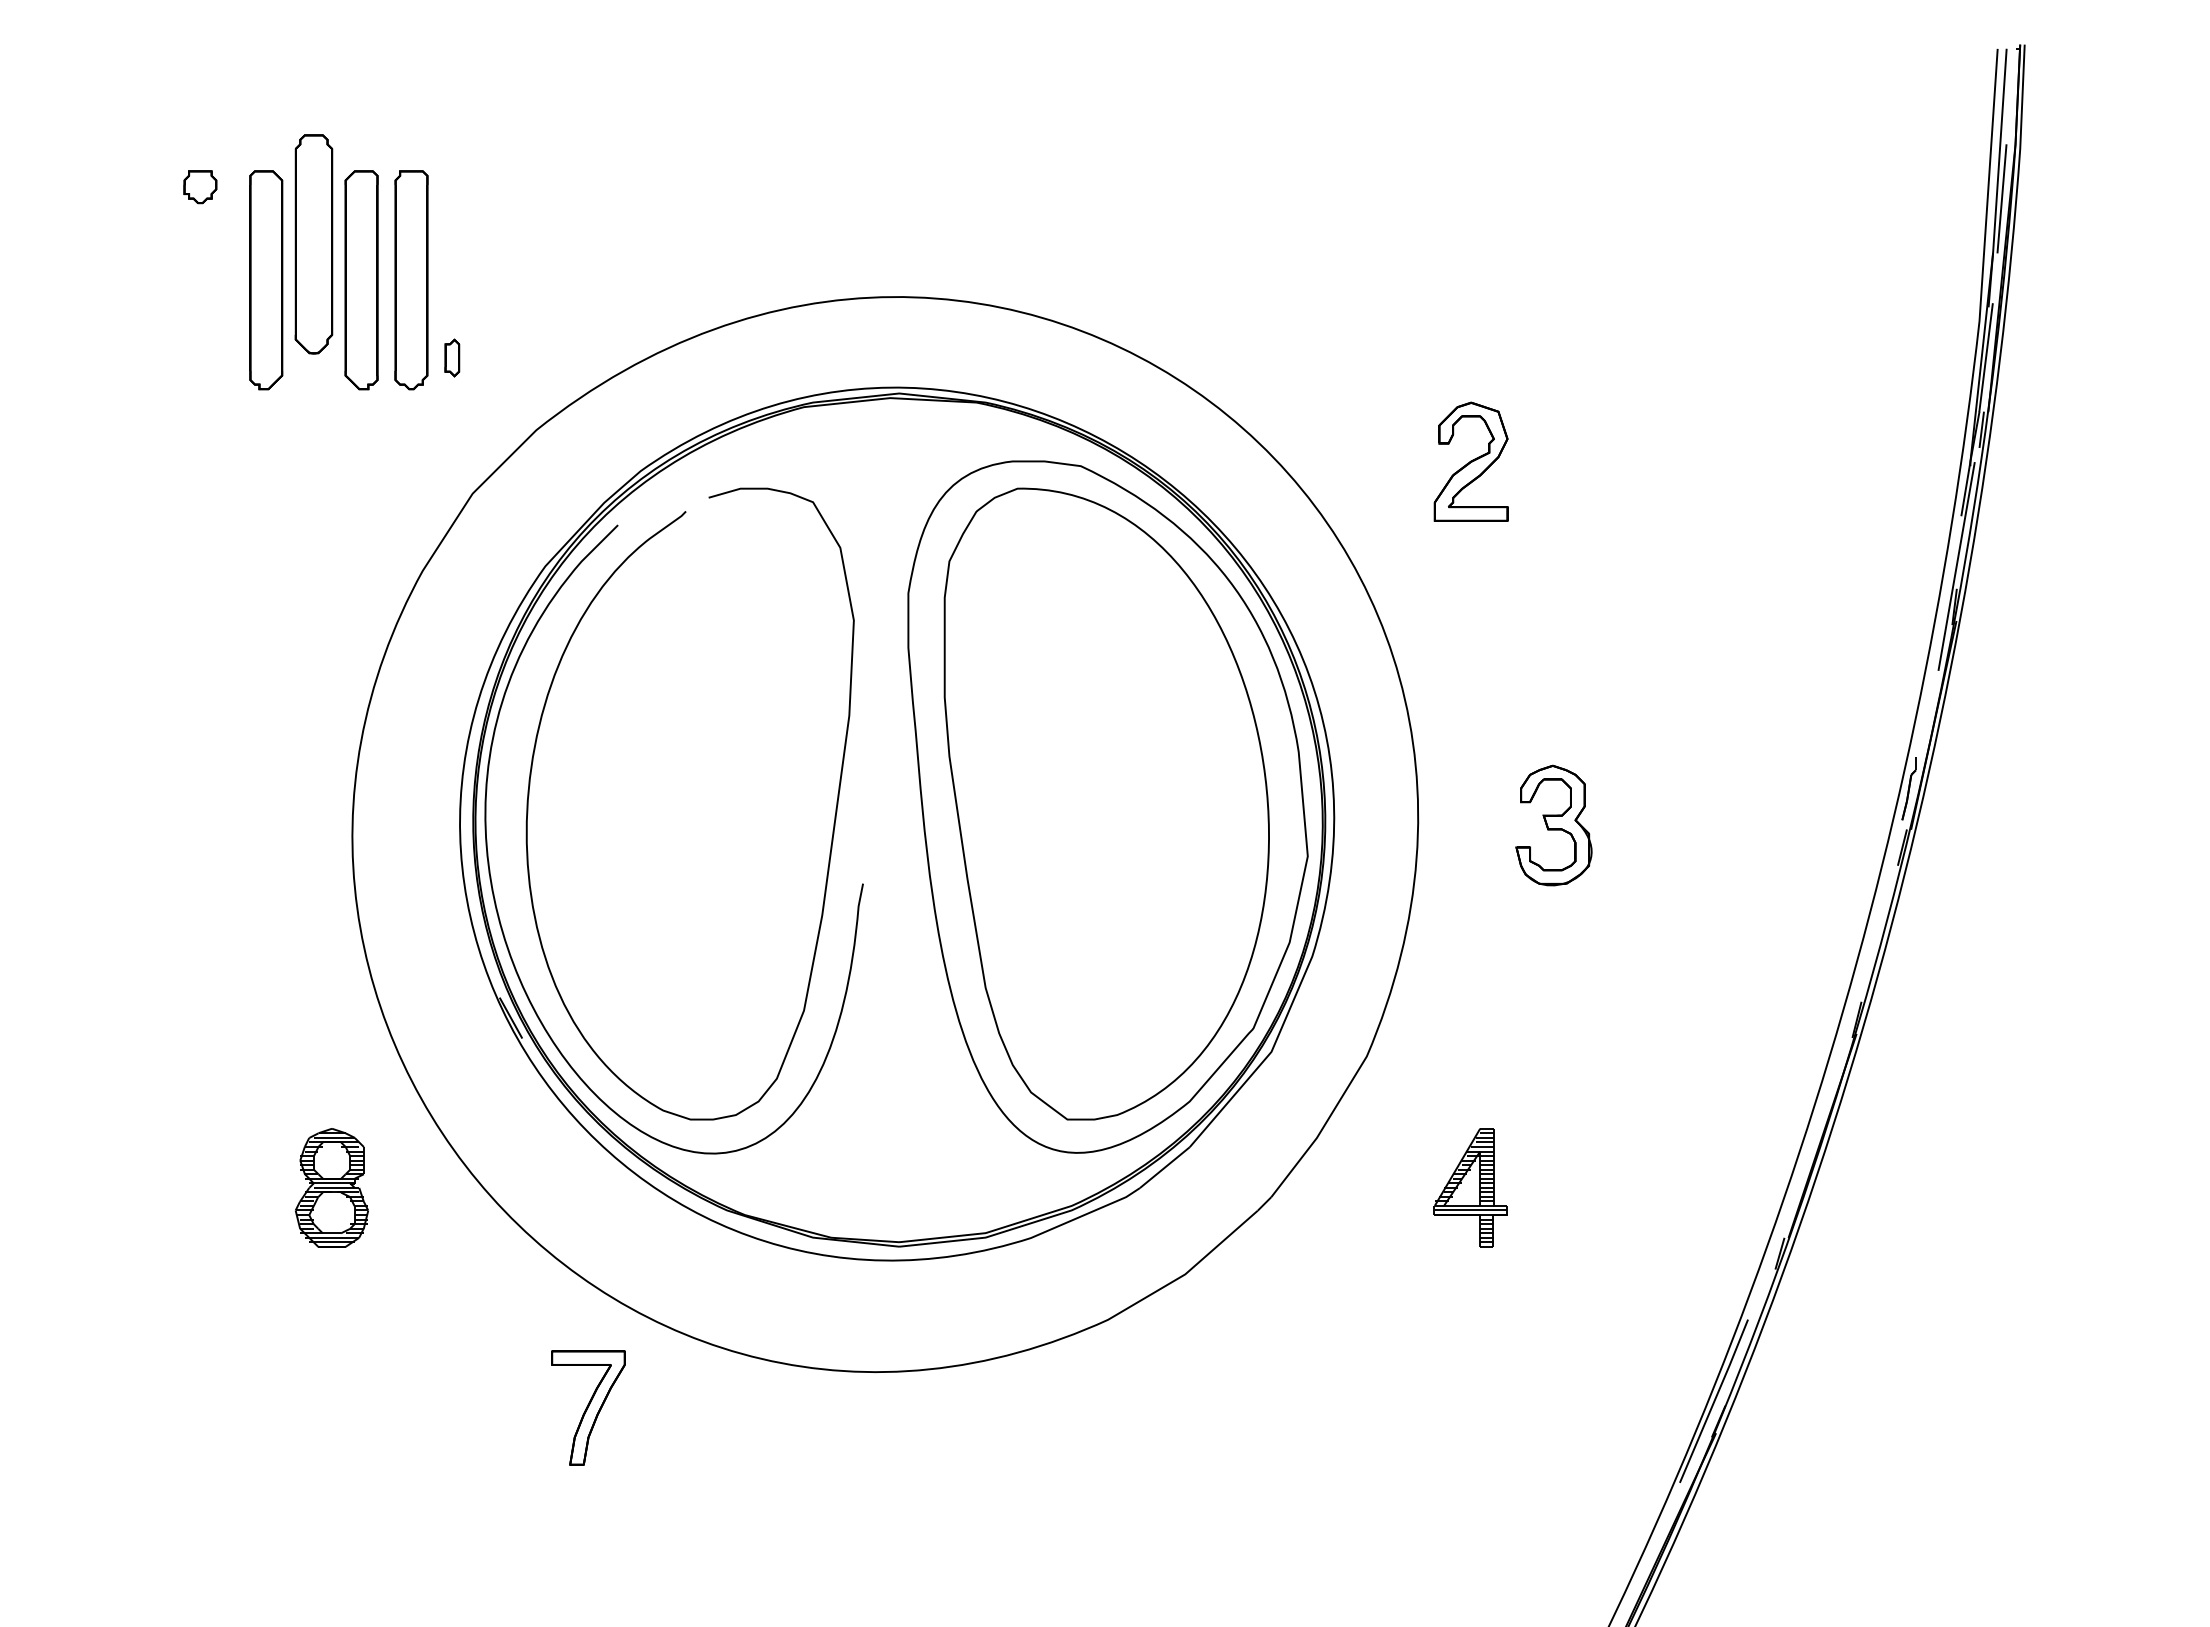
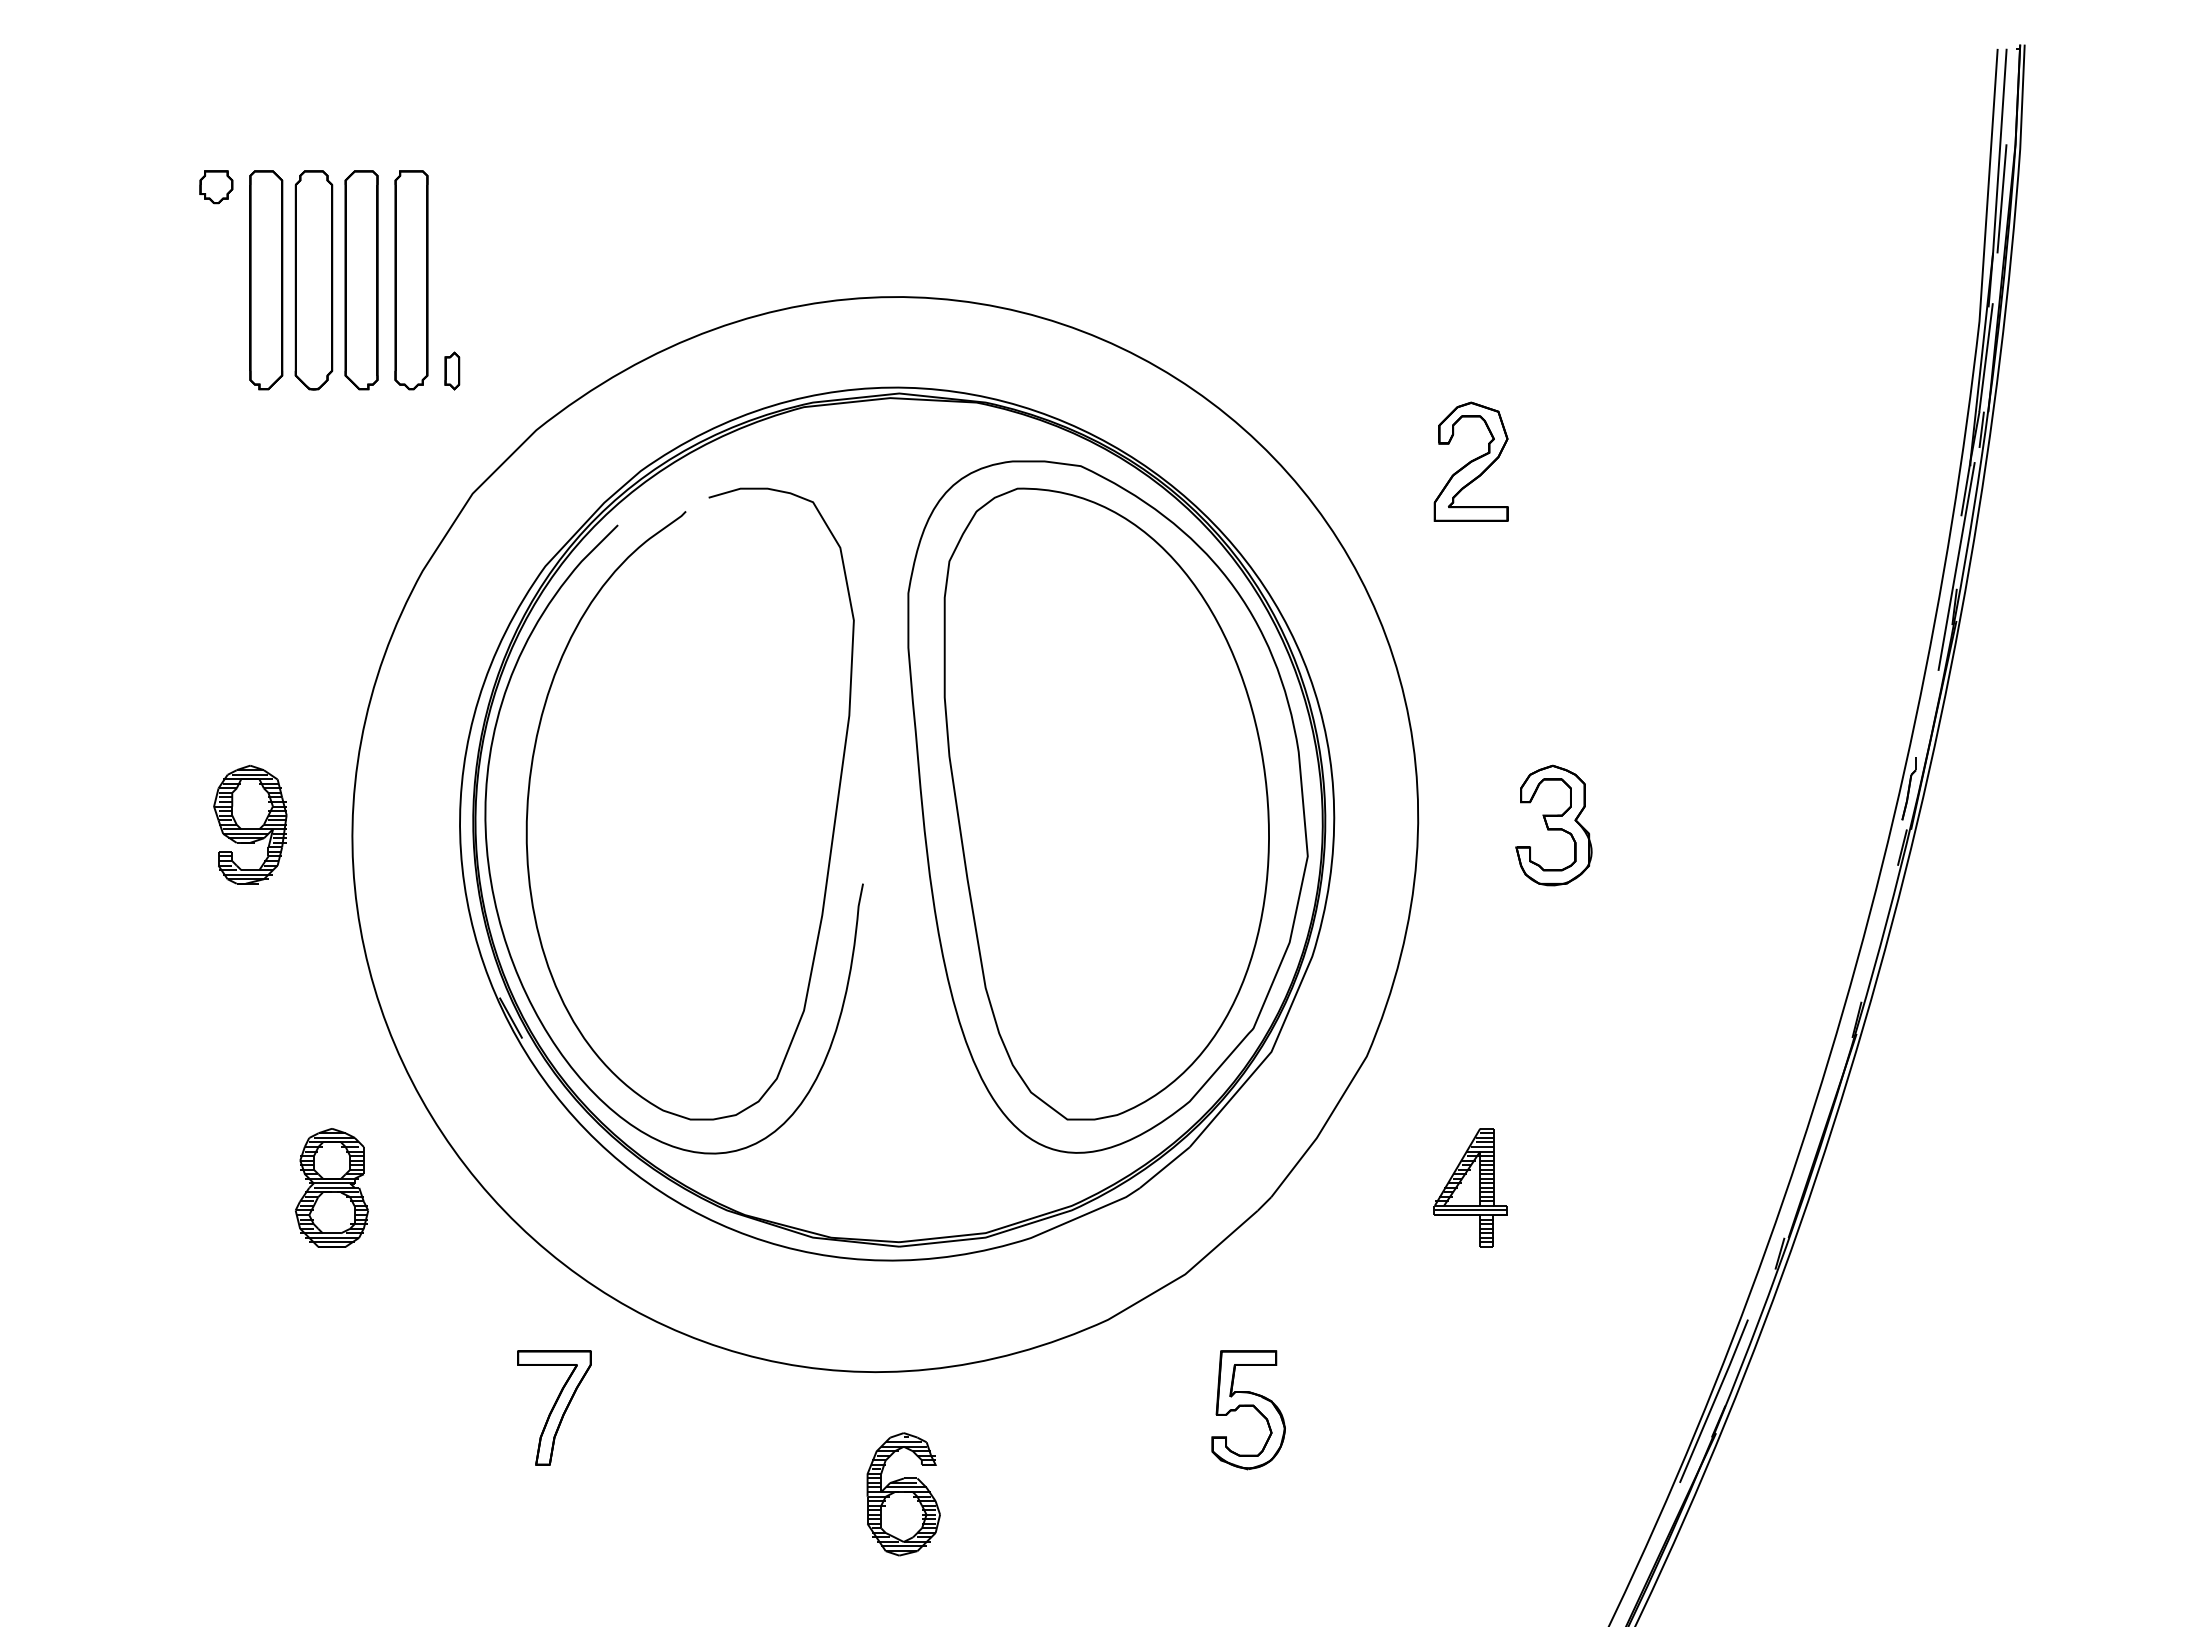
part at (200, 187) position: (200, 187) -> (216, 187)
part at (313, 244) position: (313, 244) -> (313, 280)
part at (452, 357) position: (452, 357) -> (452, 370)
part at (250, 824): none -> present
part at (588, 1407) position: (588, 1407) -> (554, 1407)
part at (1248, 1410): none -> present
part at (903, 1494): none -> present
